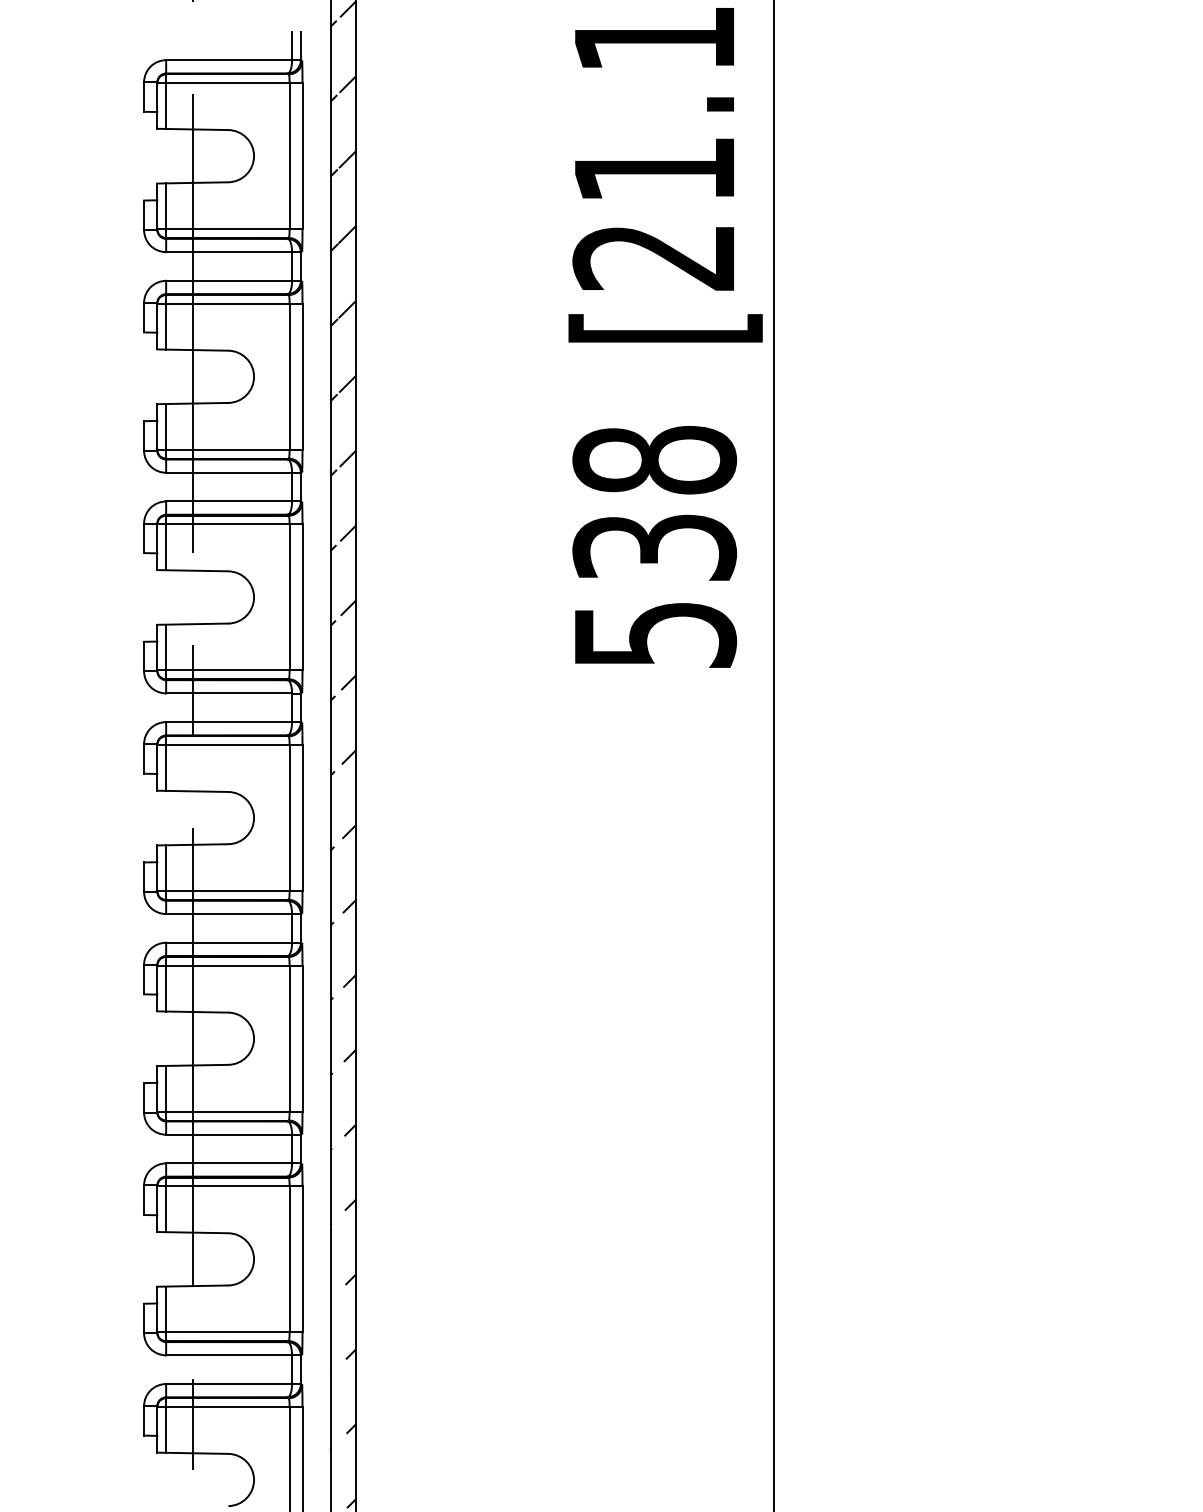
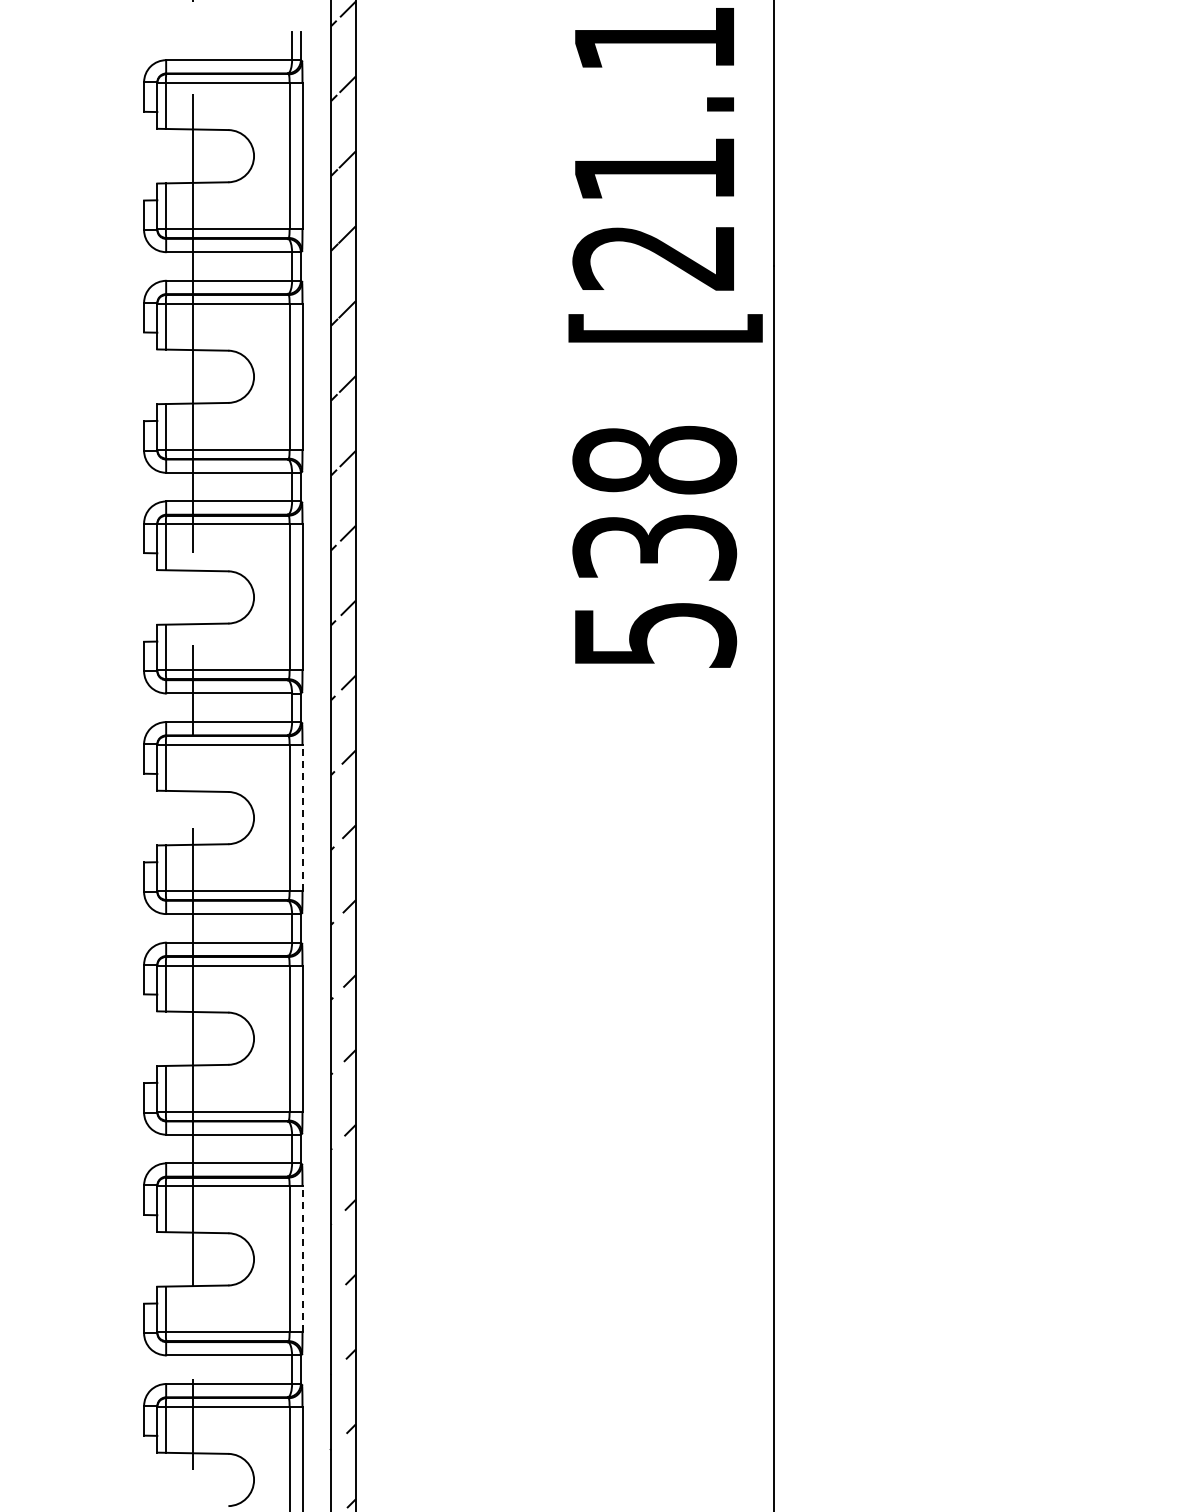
line at (302, 818): solid -> dashed
line at (302, 1259): solid -> dashed
